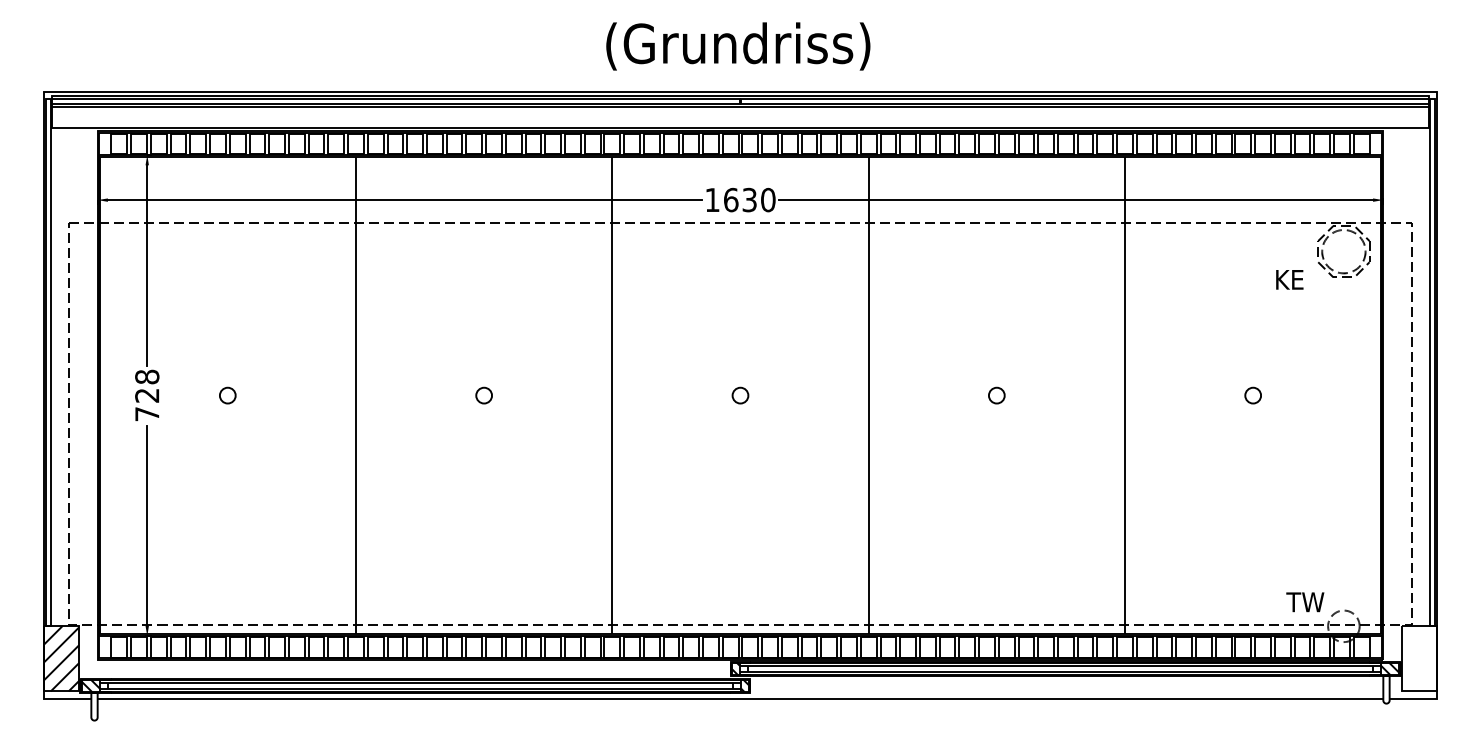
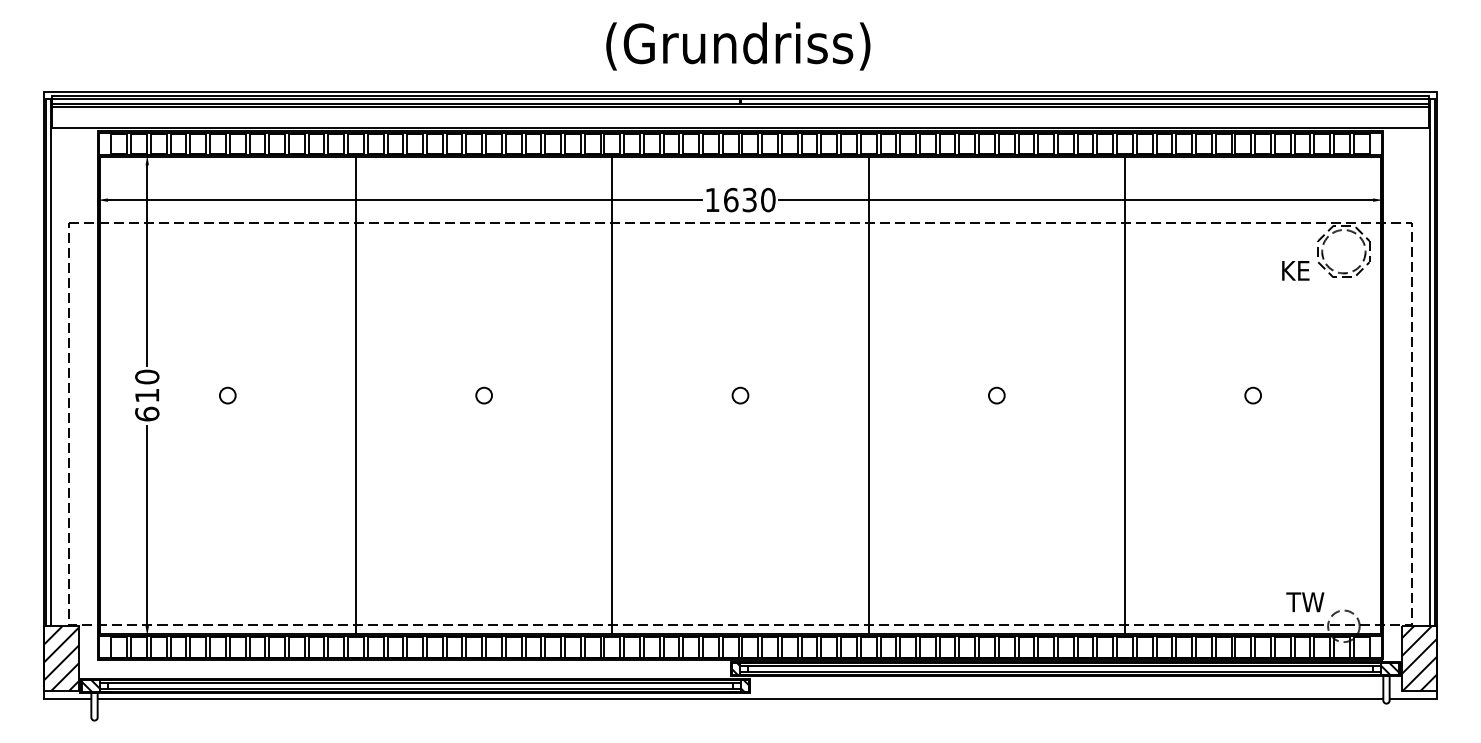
text at (1289, 279) position: (1289, 279) -> (1295, 270)
text at (147, 395): 728 -> 610
hatch at (1418, 658): none -> present
